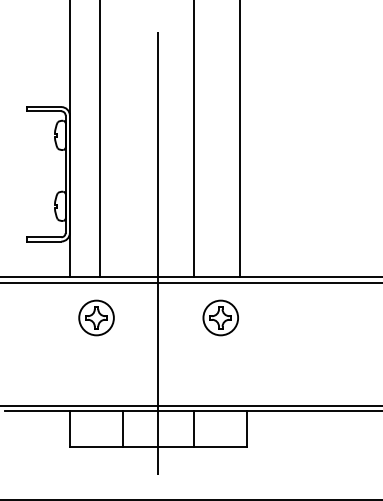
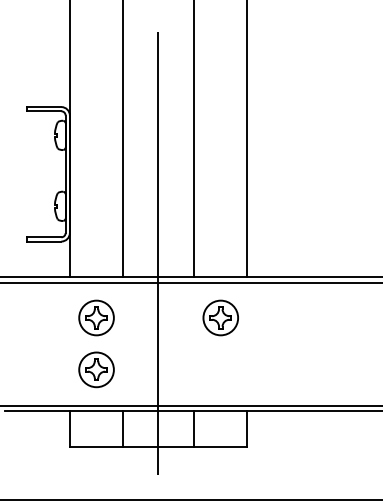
line at (99, 139) position: (99, 139) -> (122, 139)
line at (239, 139) position: (239, 139) -> (246, 139)
part at (96, 369): none -> present
